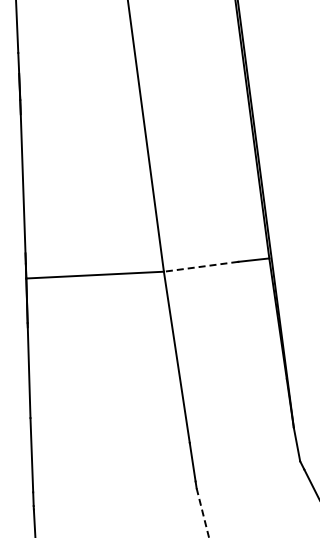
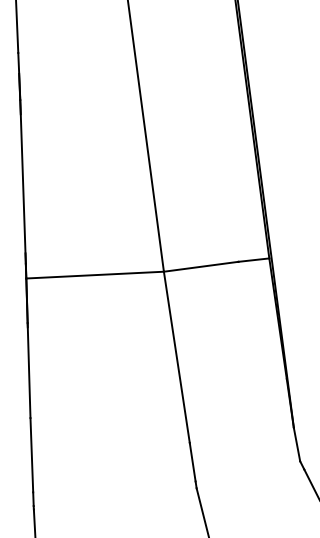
line at (201, 266): dashed -> solid
line at (202, 513): dashed -> solid
